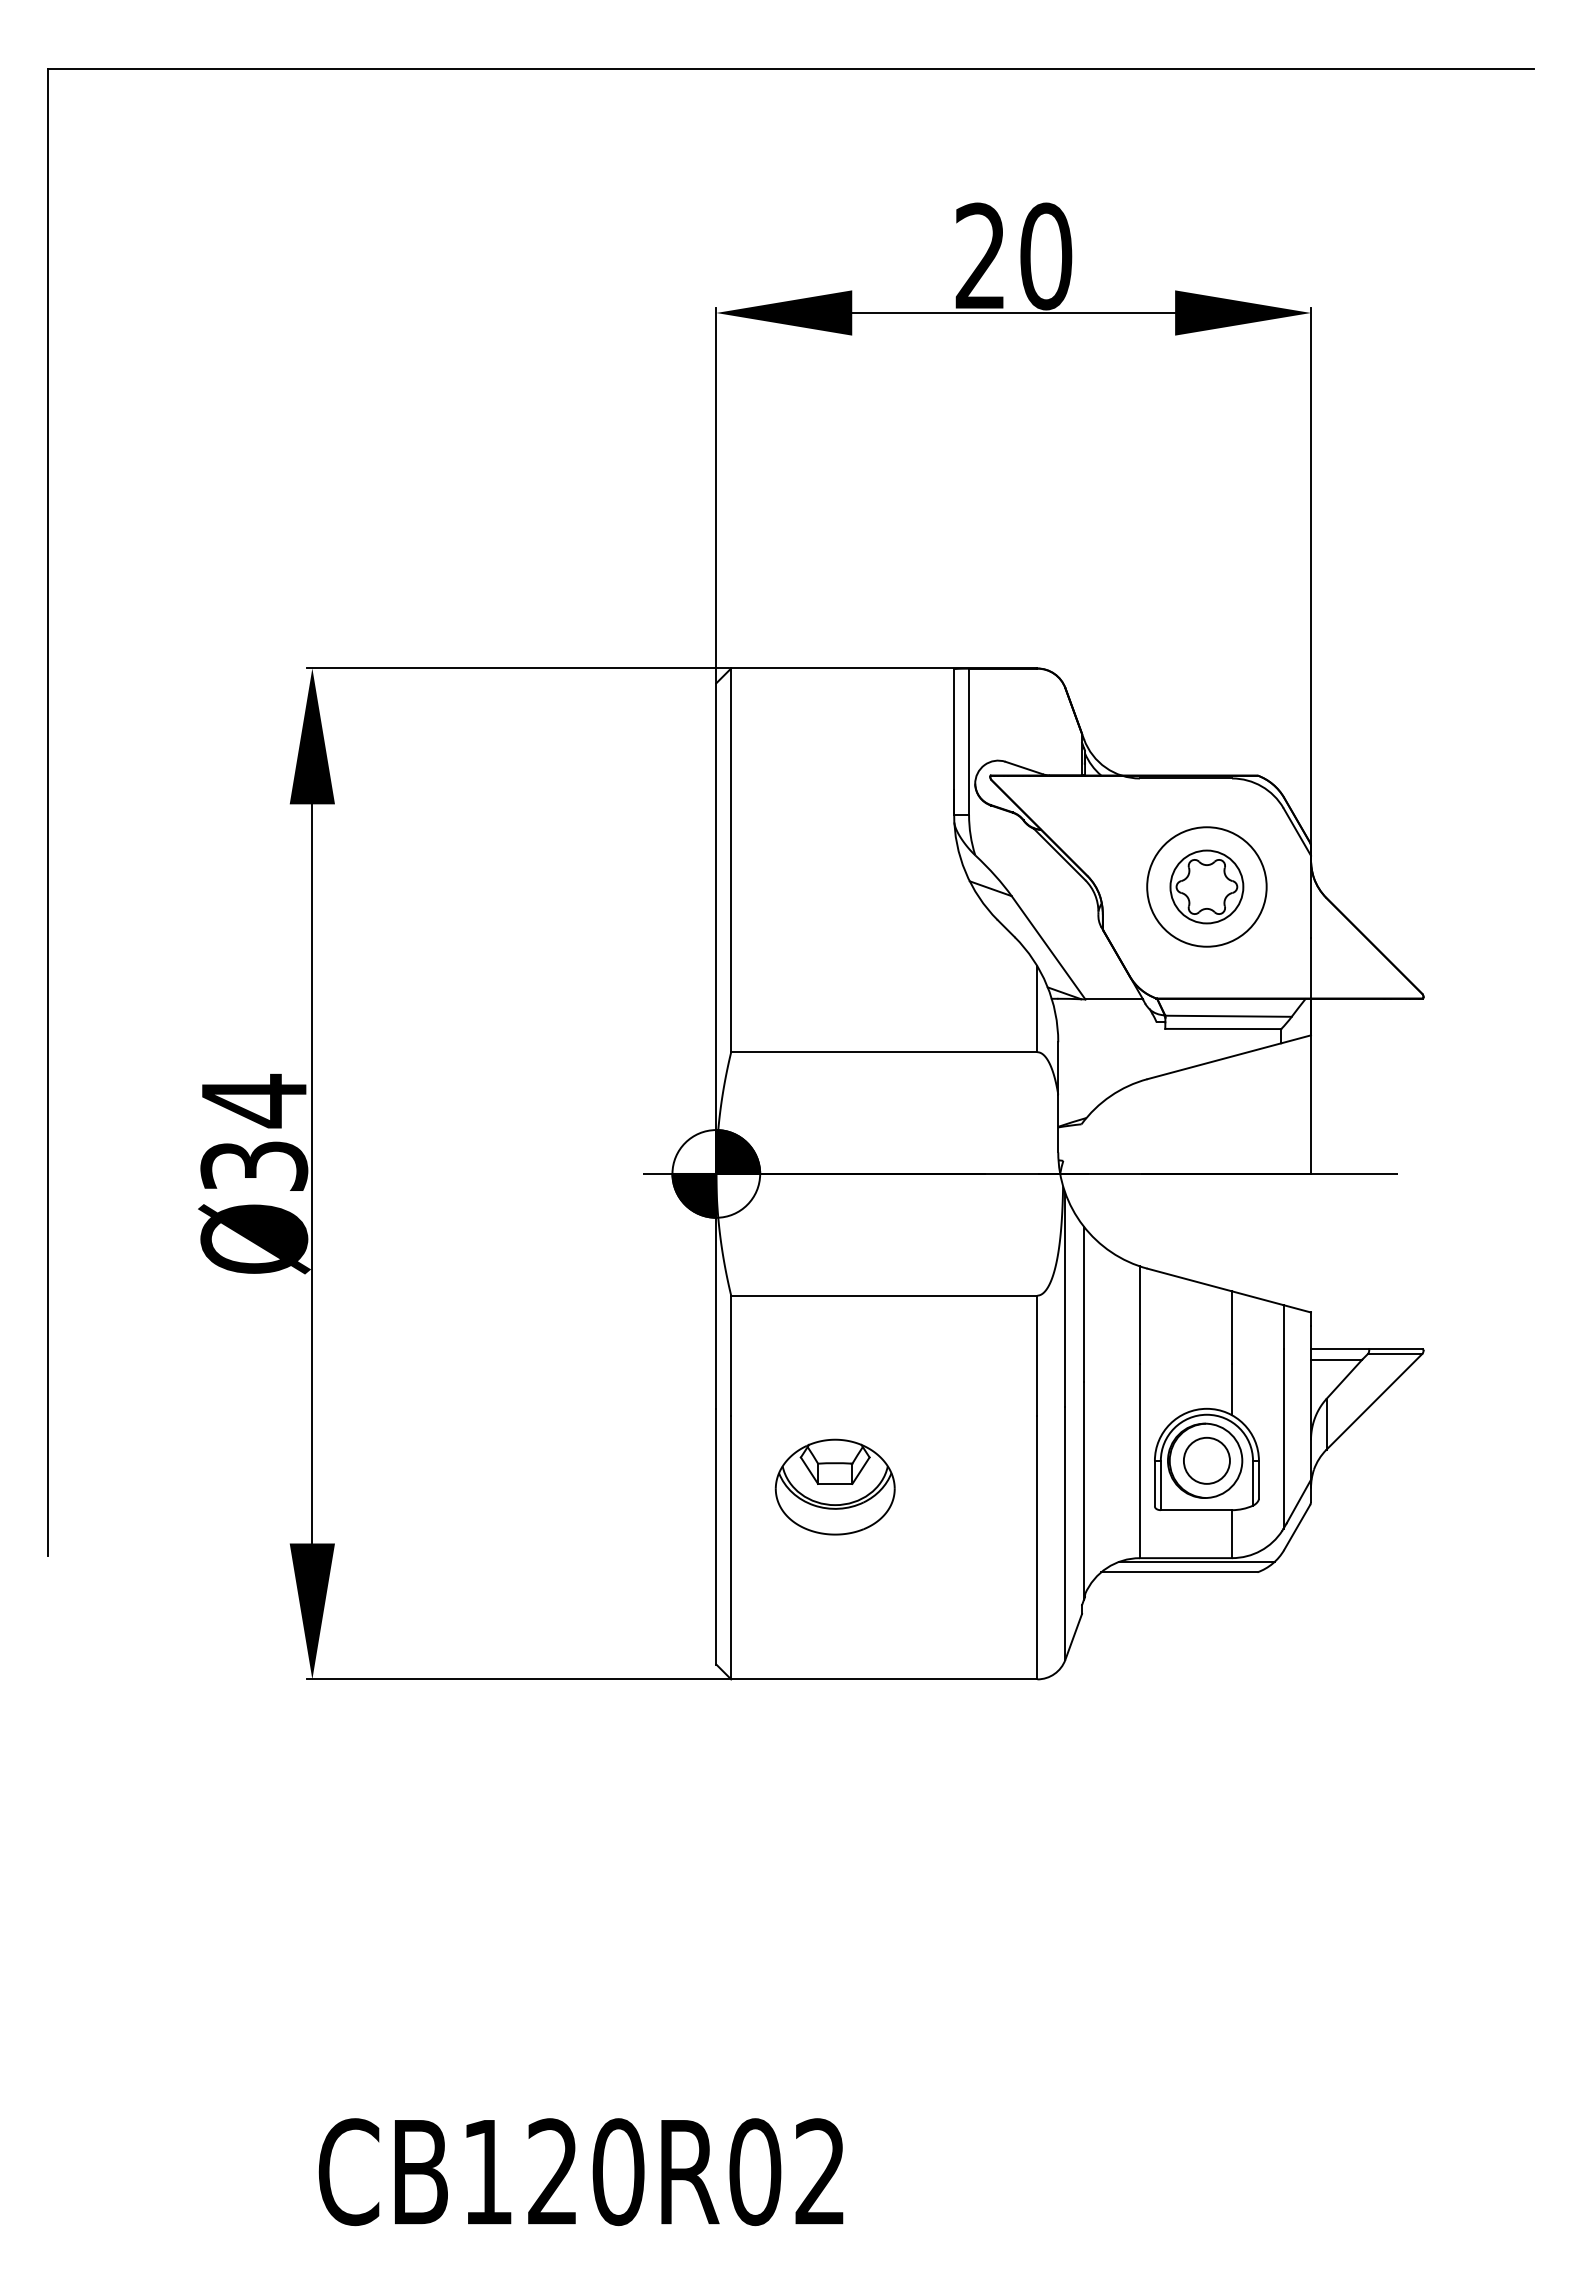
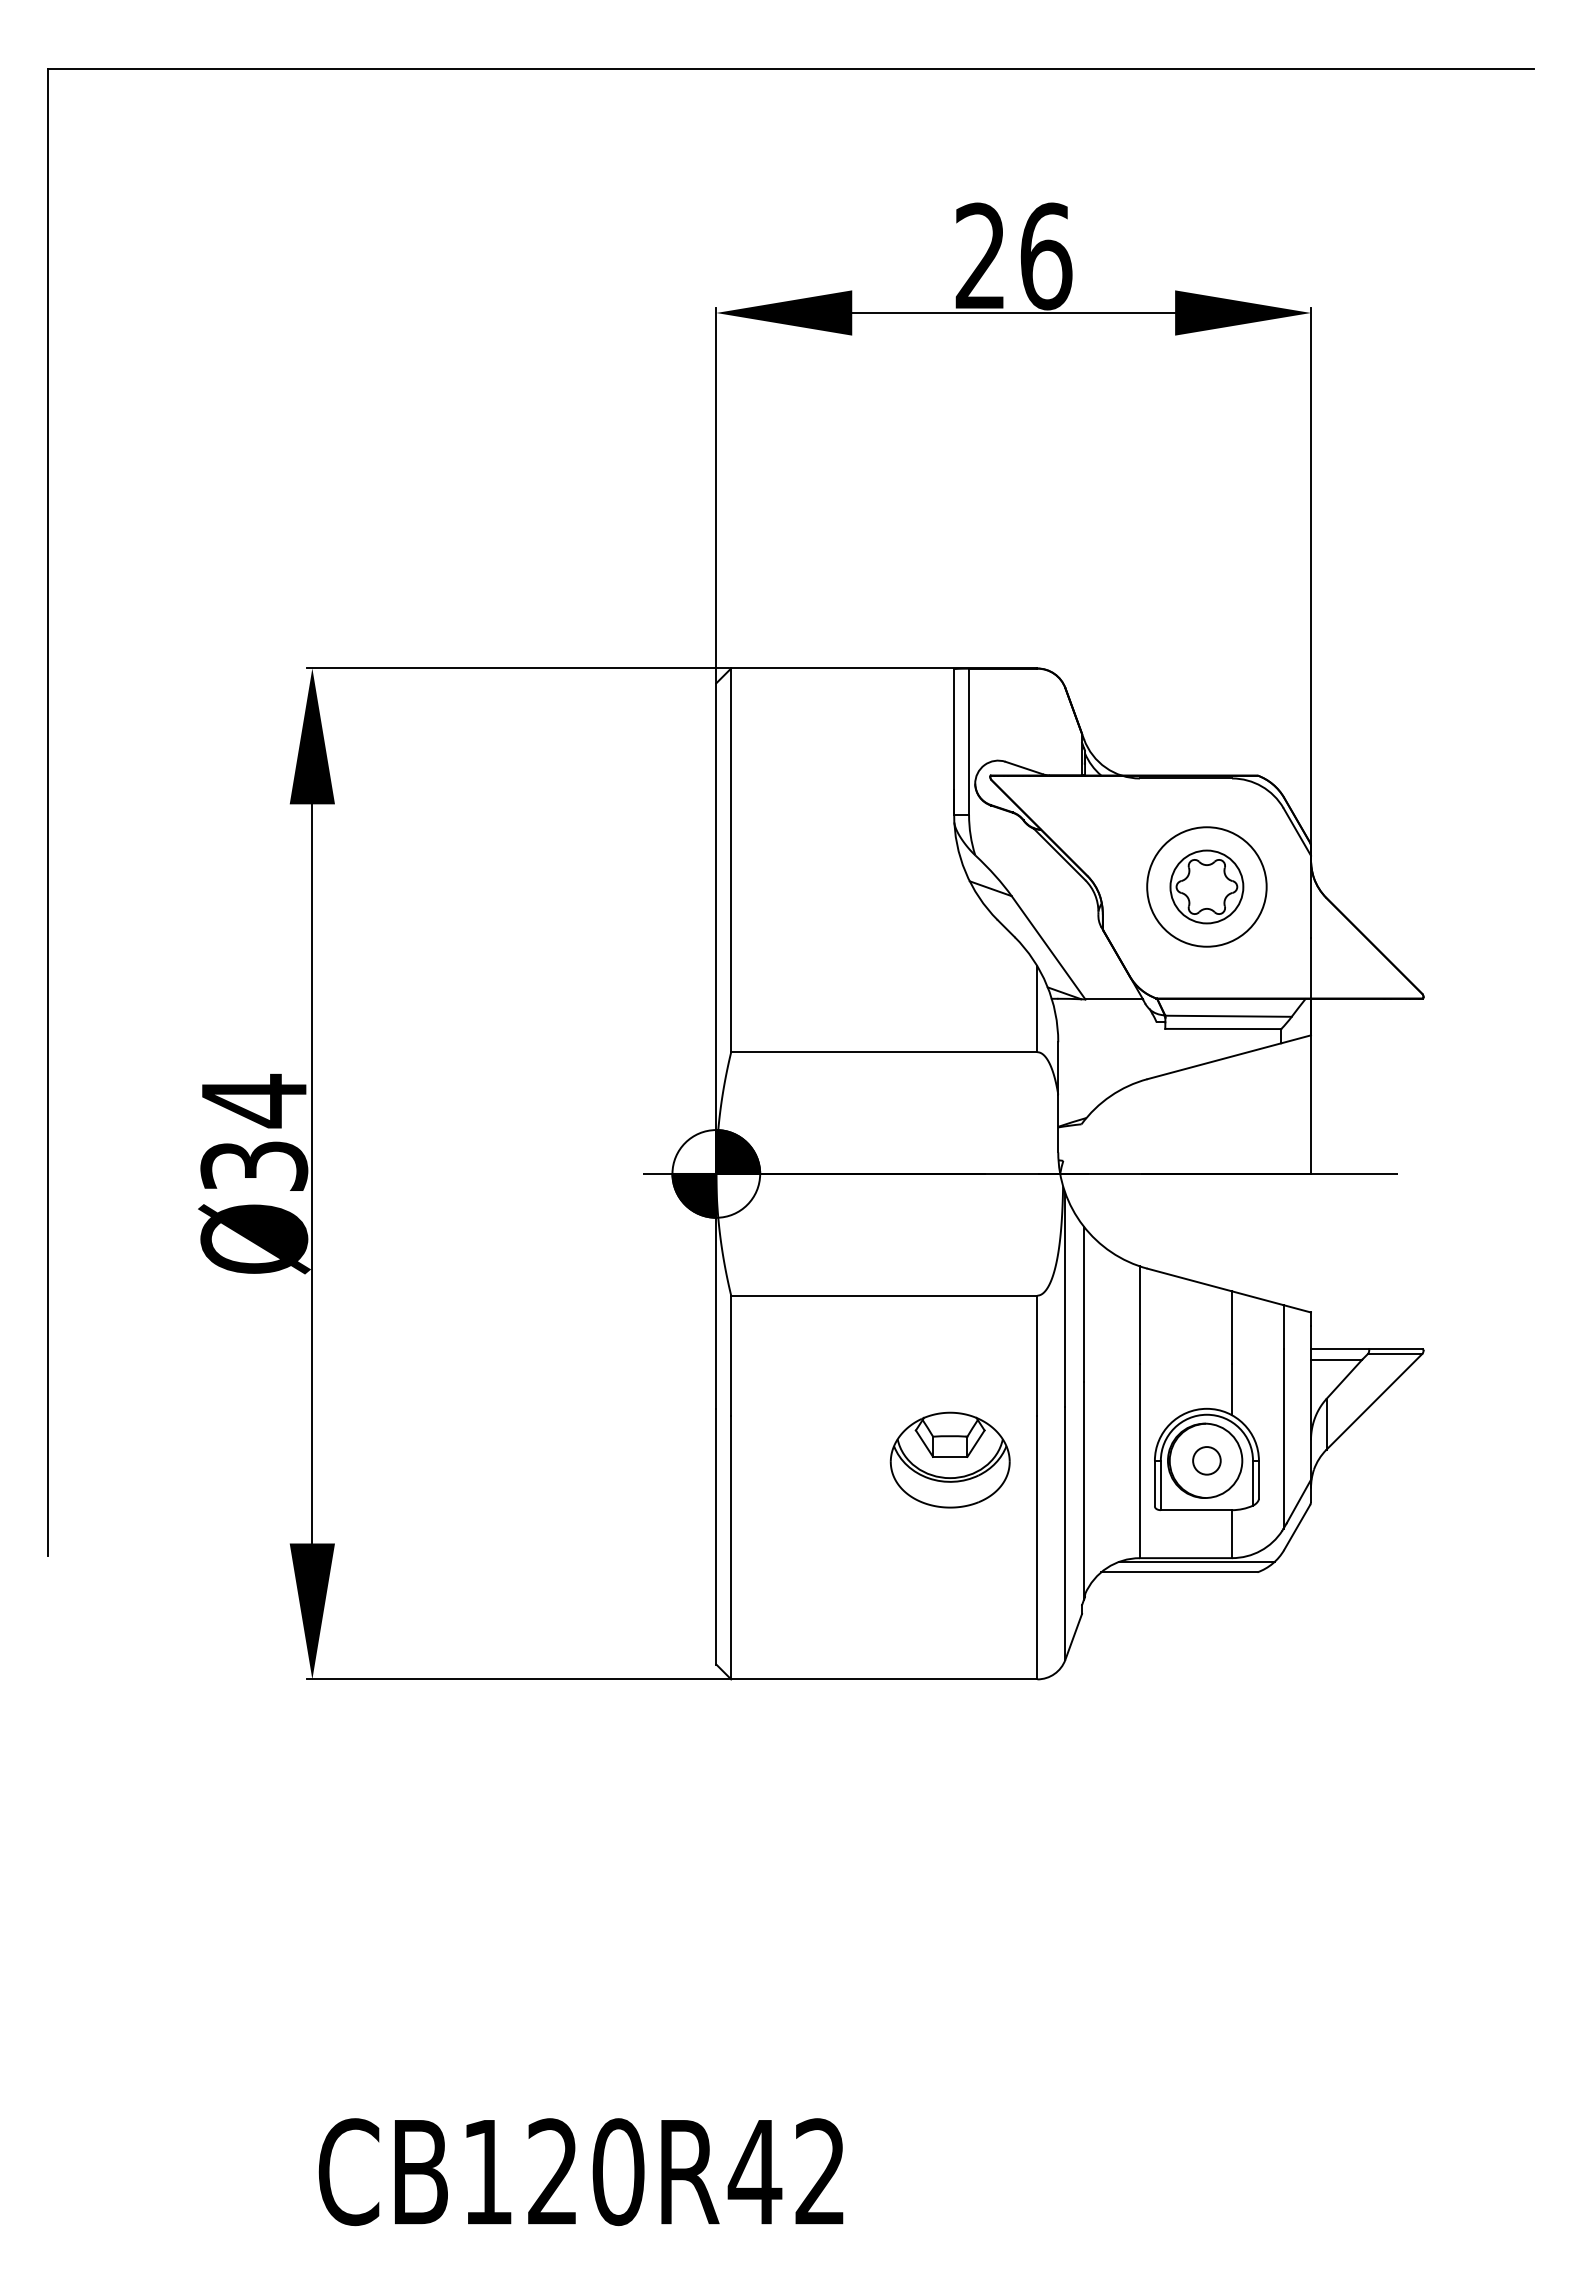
text at (1046, 256): 20 -> 26
circle at (1206, 1460) diameter: 46 px -> 28 px
part at (834, 1486) position: (834, 1486) -> (949, 1459)
text at (754, 2172): CB120R02 -> CB120R42
